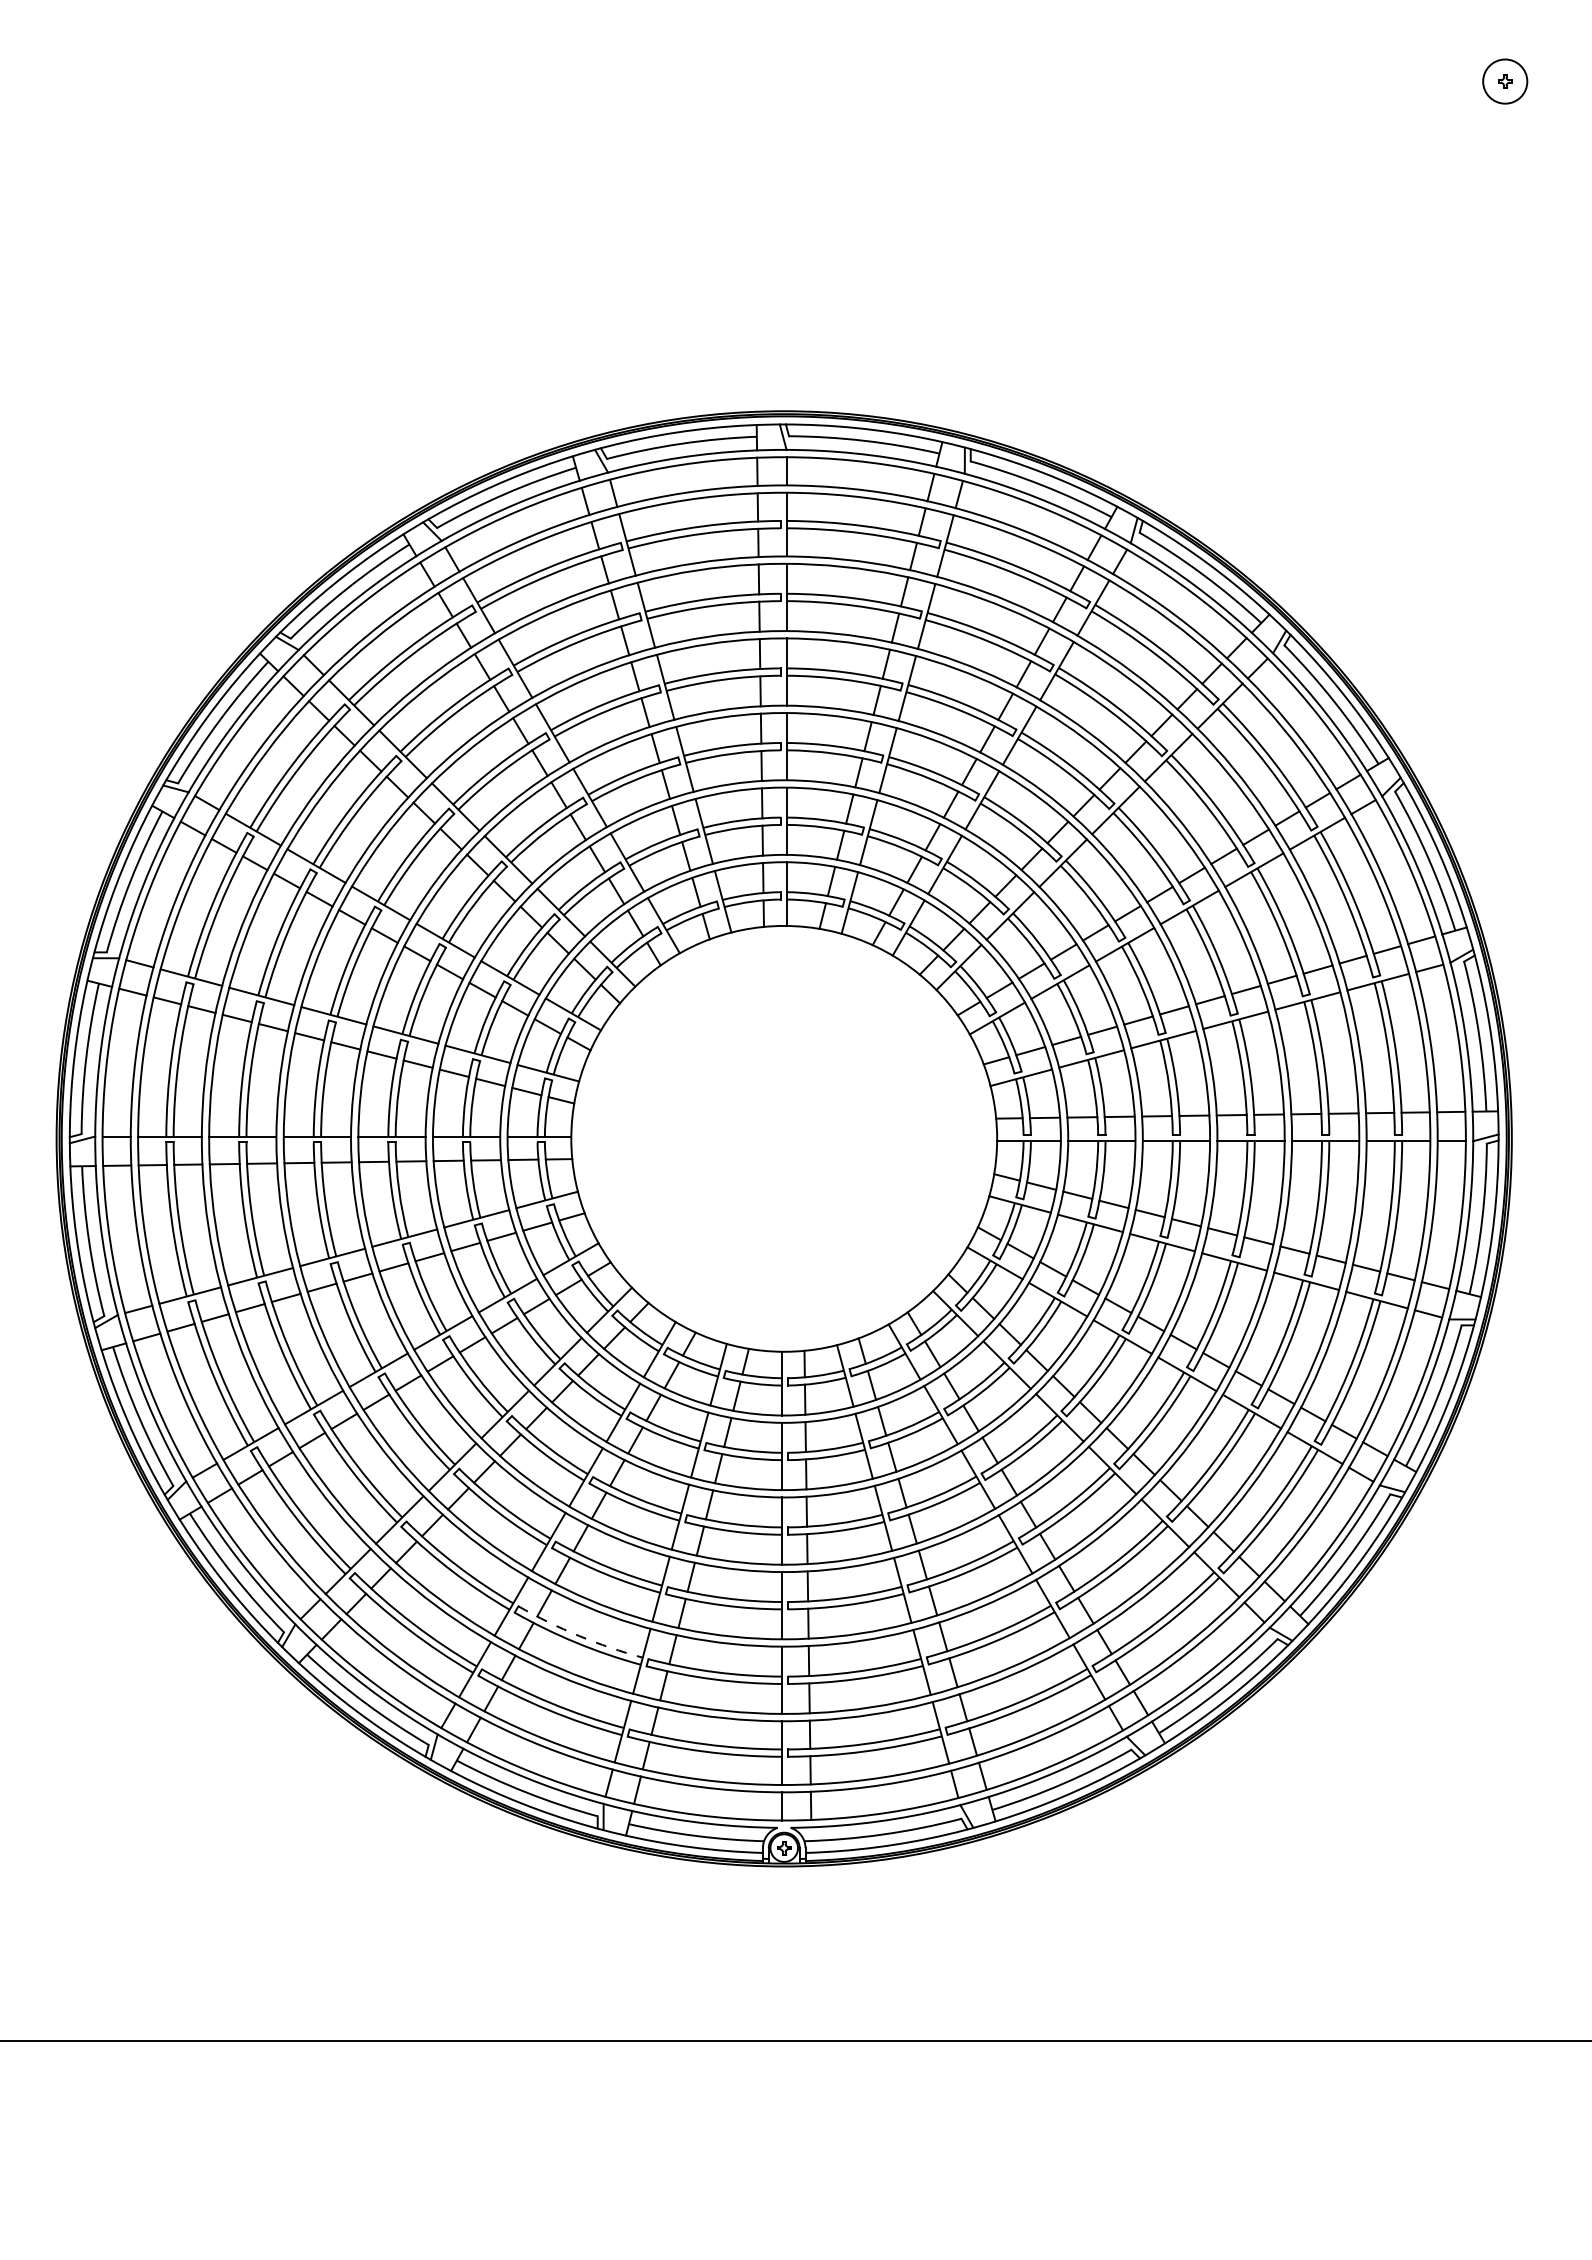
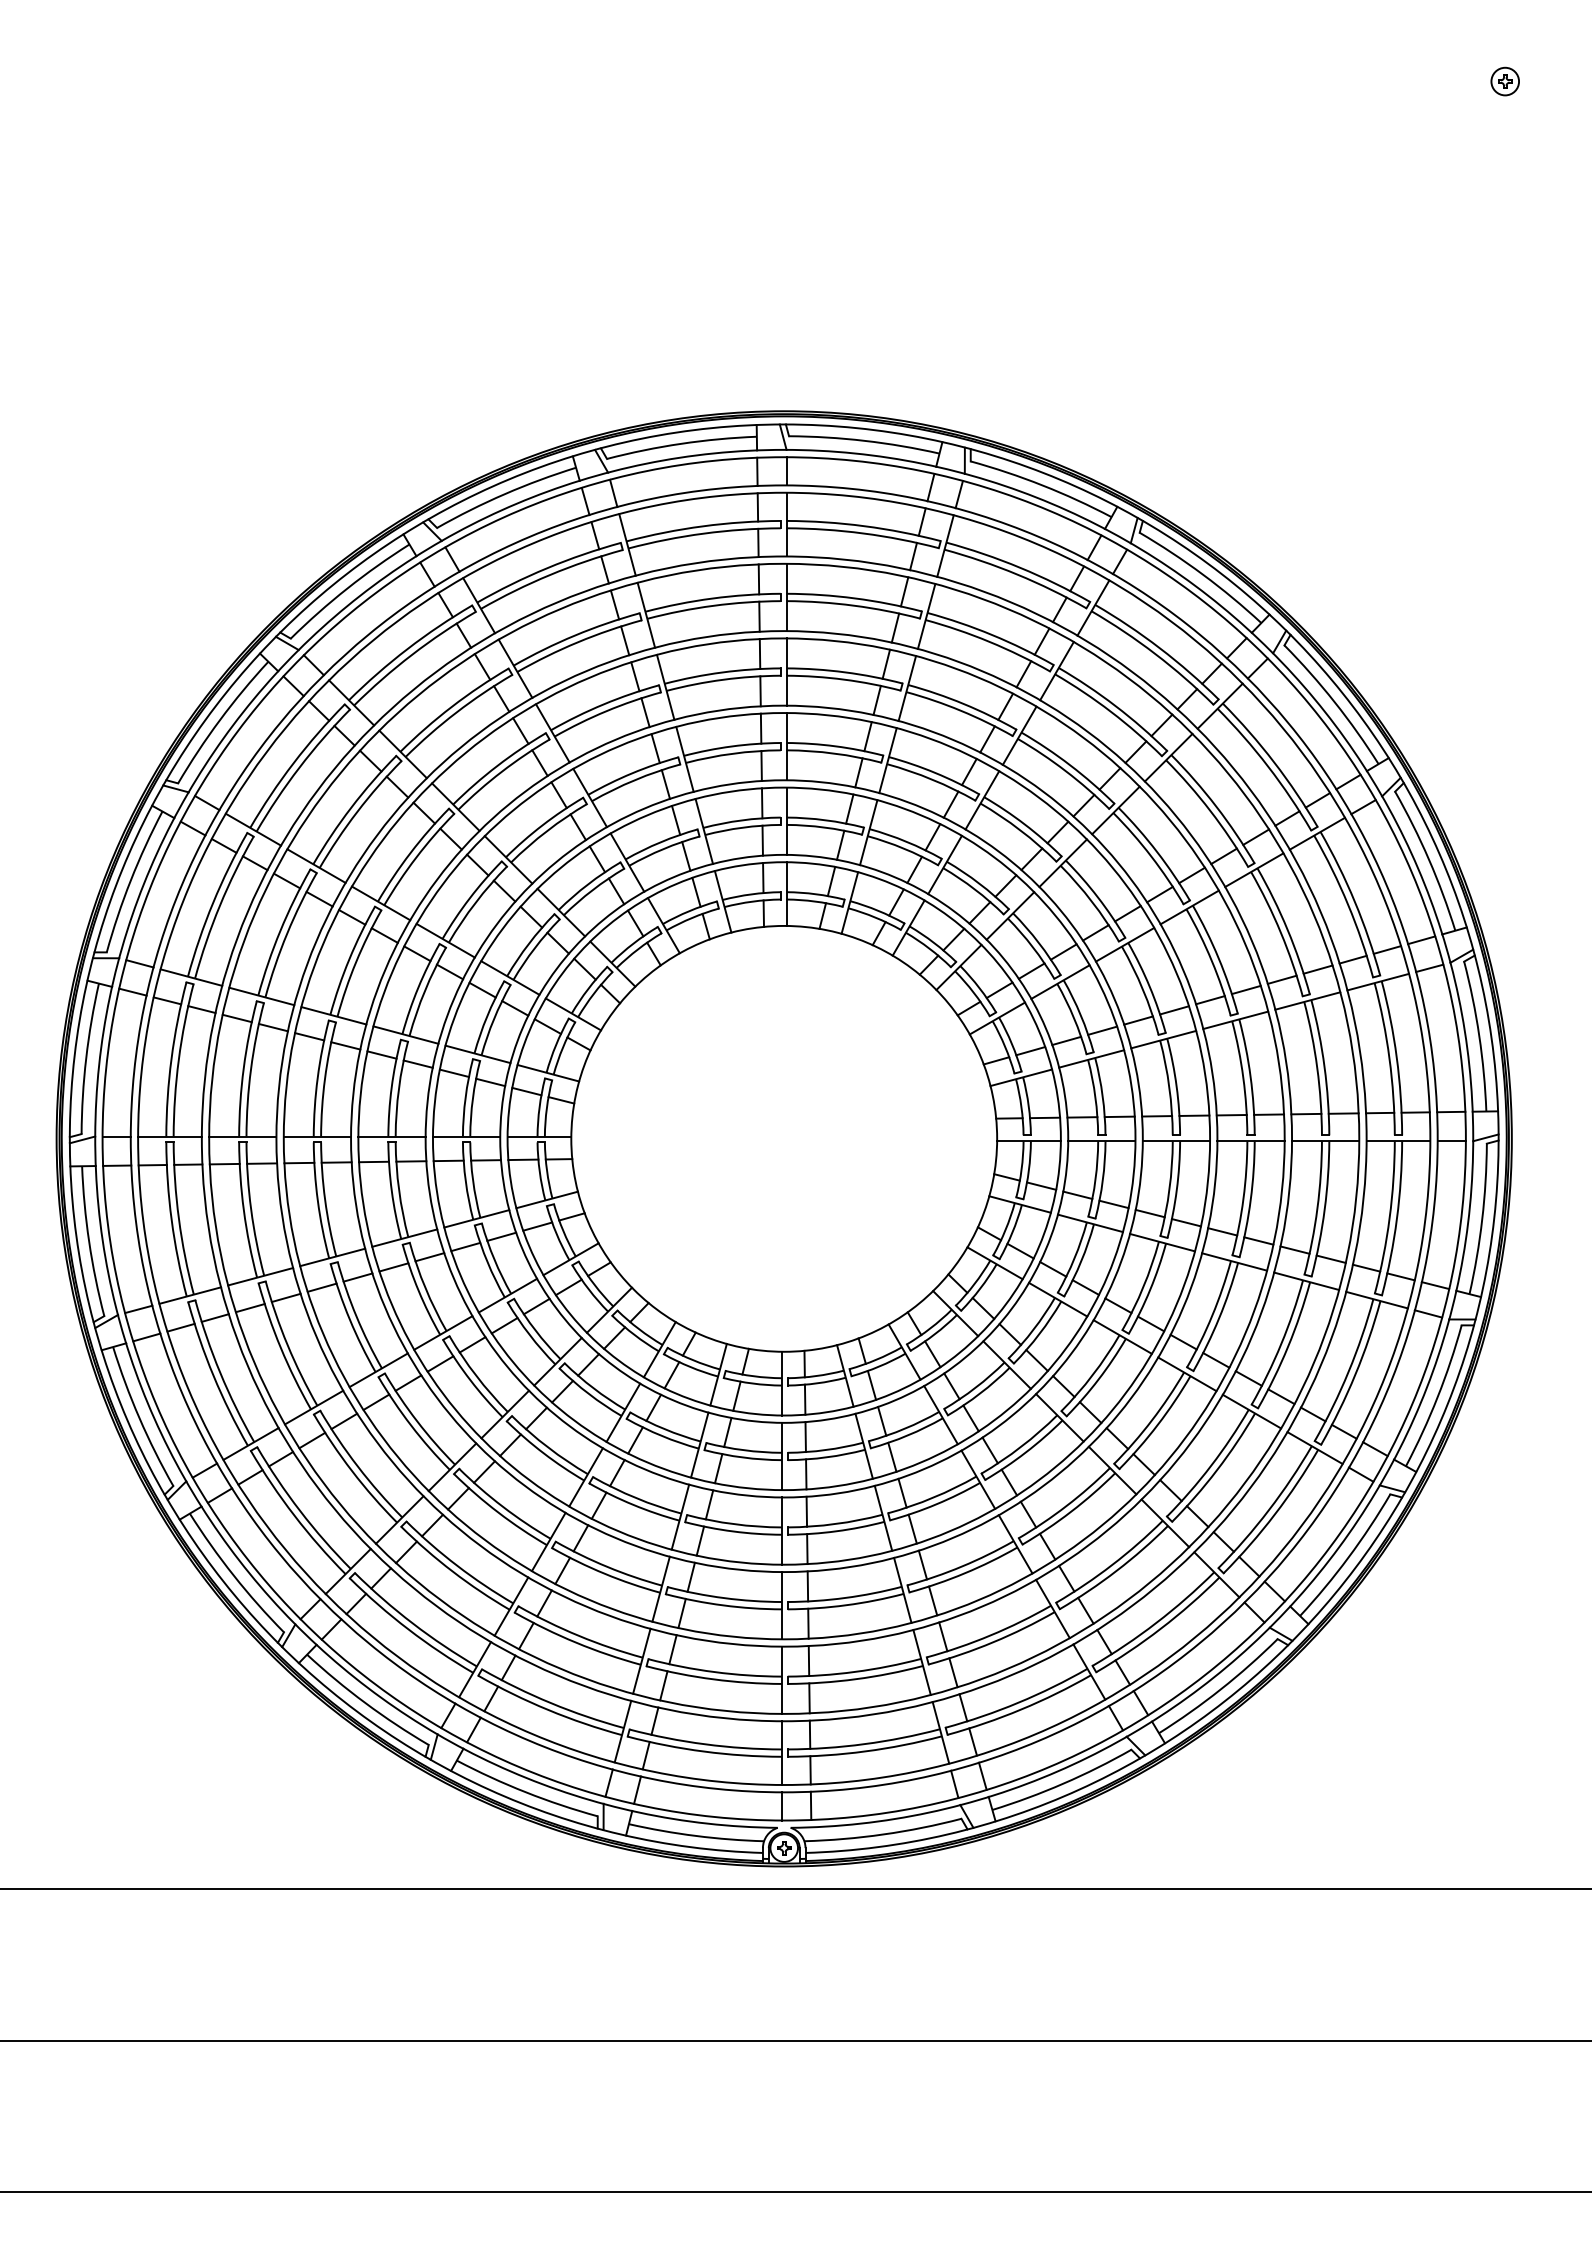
circle at (1505, 81) diameter: 44 px -> 28 px
arc at (578, 1635): dashed -> solid
line at (795, 1889): none -> present
line at (795, 2192): none -> present
